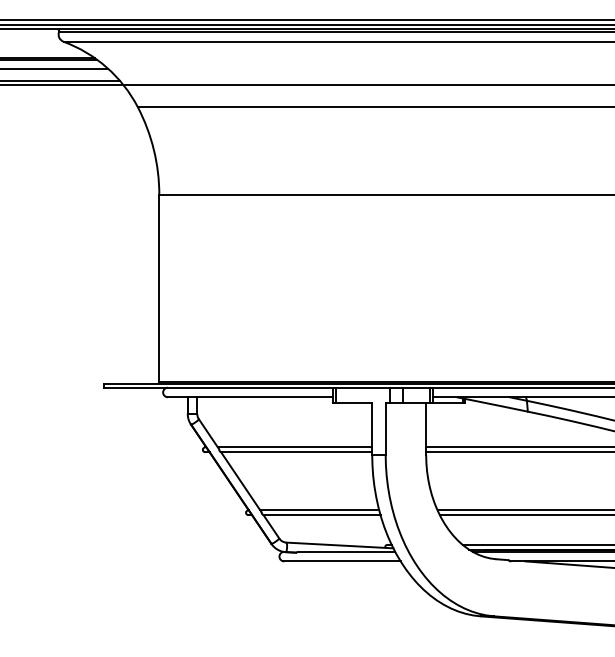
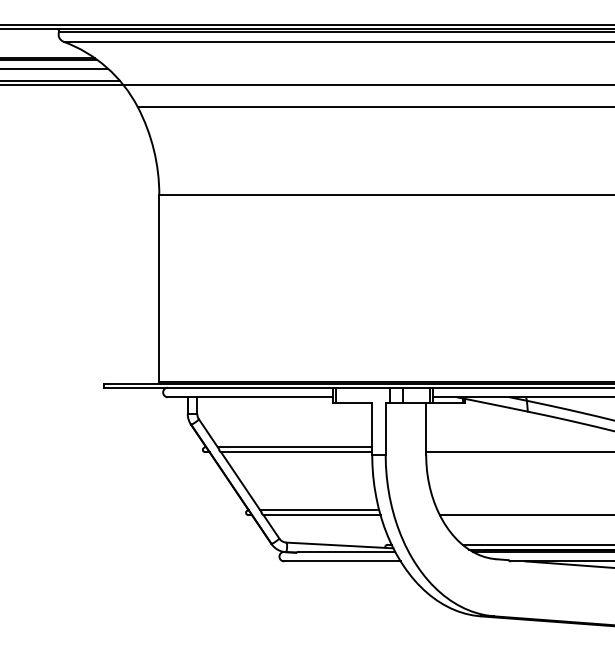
line at (306, 19): present -> none
line at (518, 447): present -> none
line at (524, 510): present -> none
